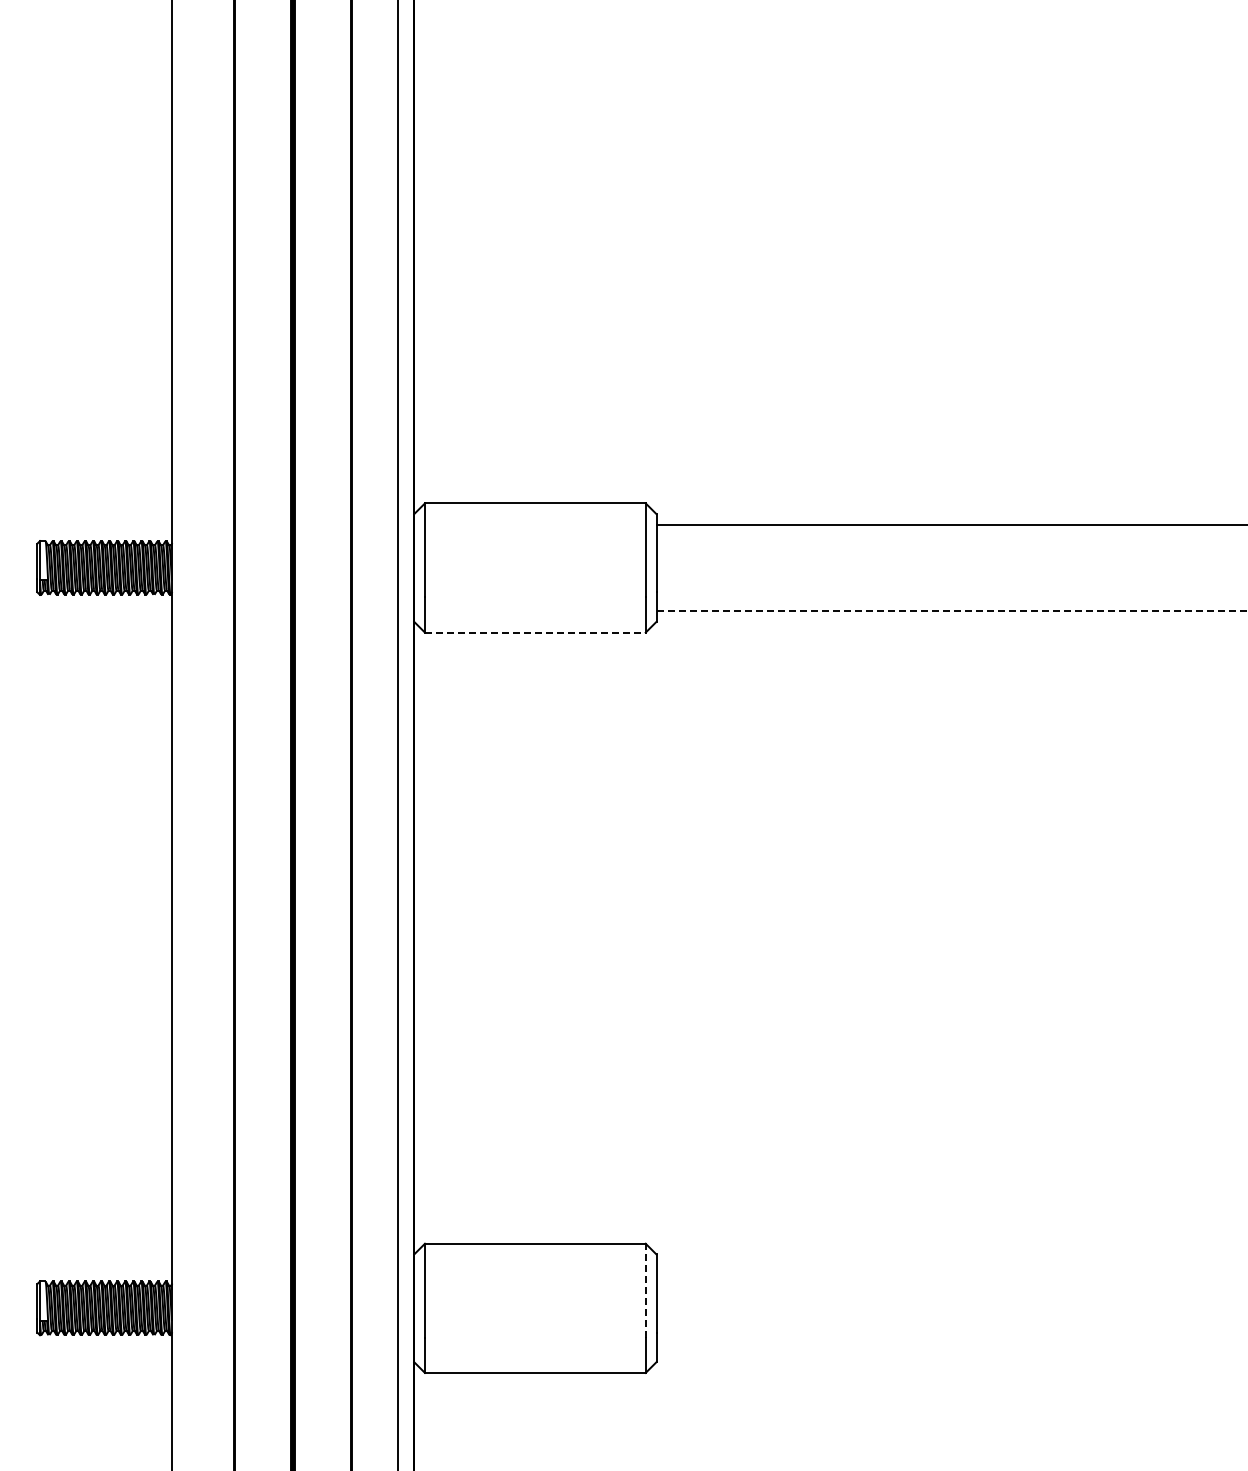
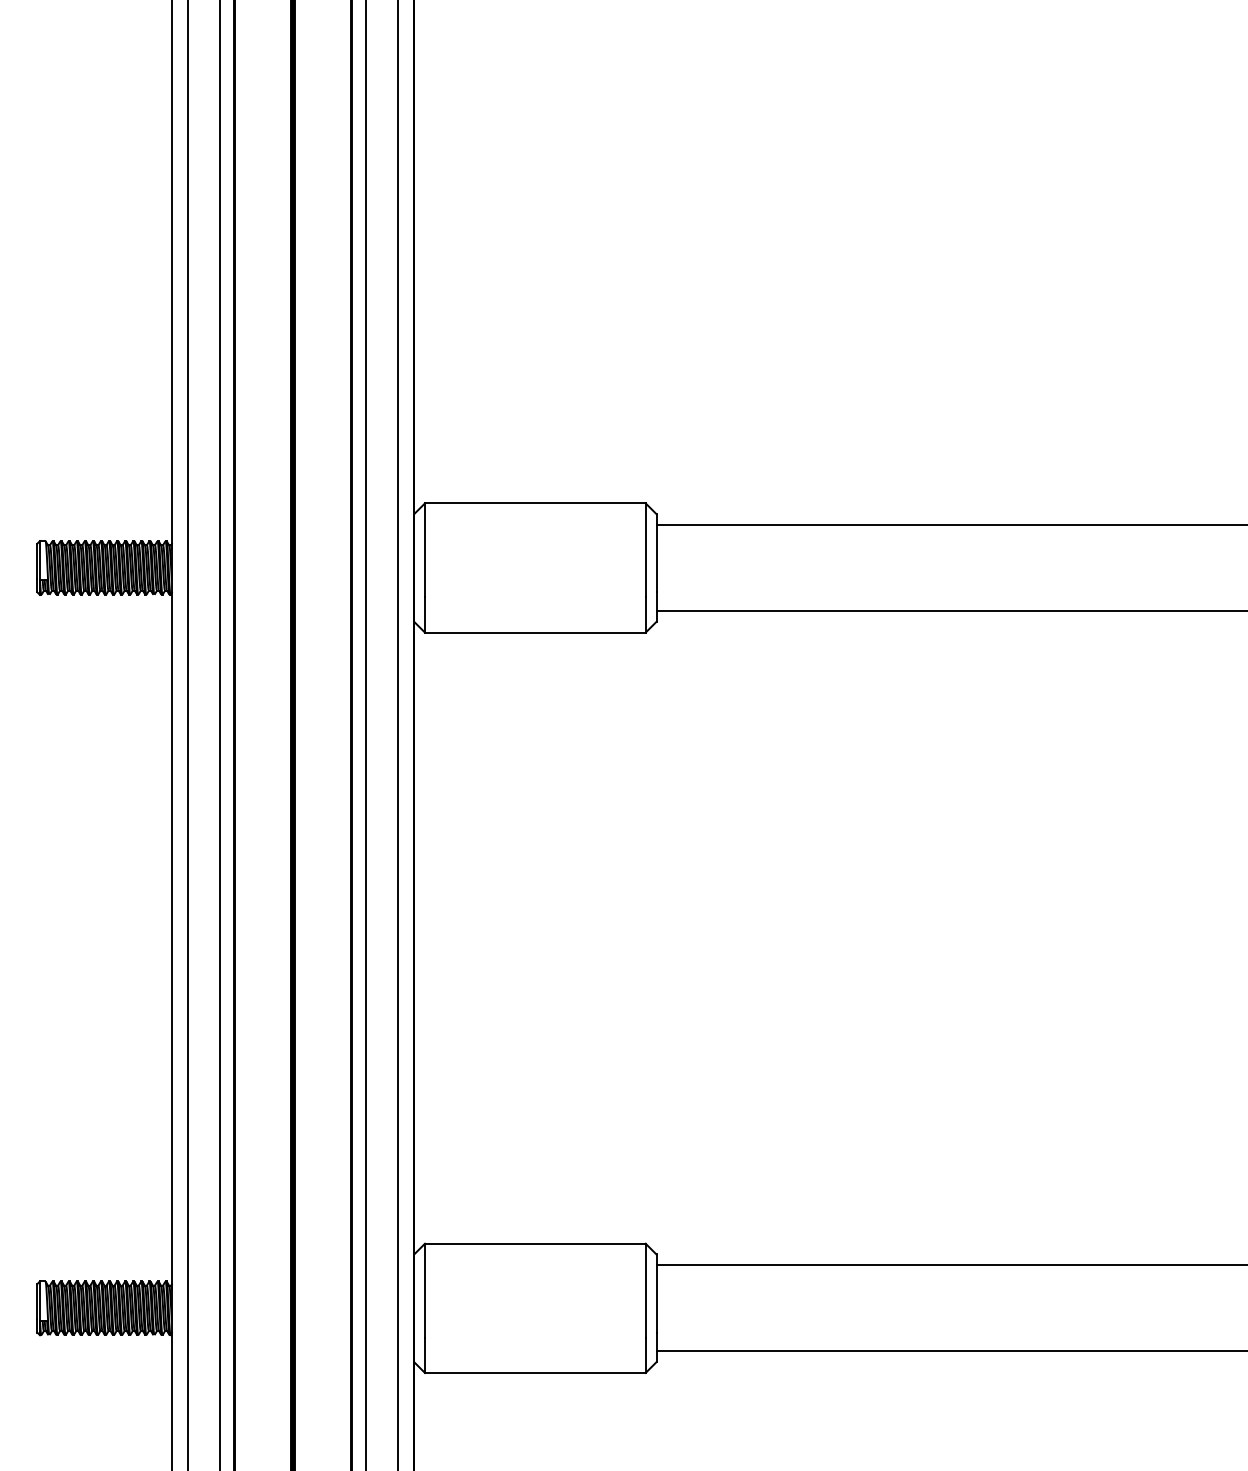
line at (952, 611): dashed -> solid
line at (535, 632): dashed -> solid
line at (188, 734): none -> present
line at (220, 734): none -> present
line at (365, 734): none -> present
line at (950, 1265): none -> present
line at (645, 1290): dashed -> solid
line at (950, 1351): none -> present
